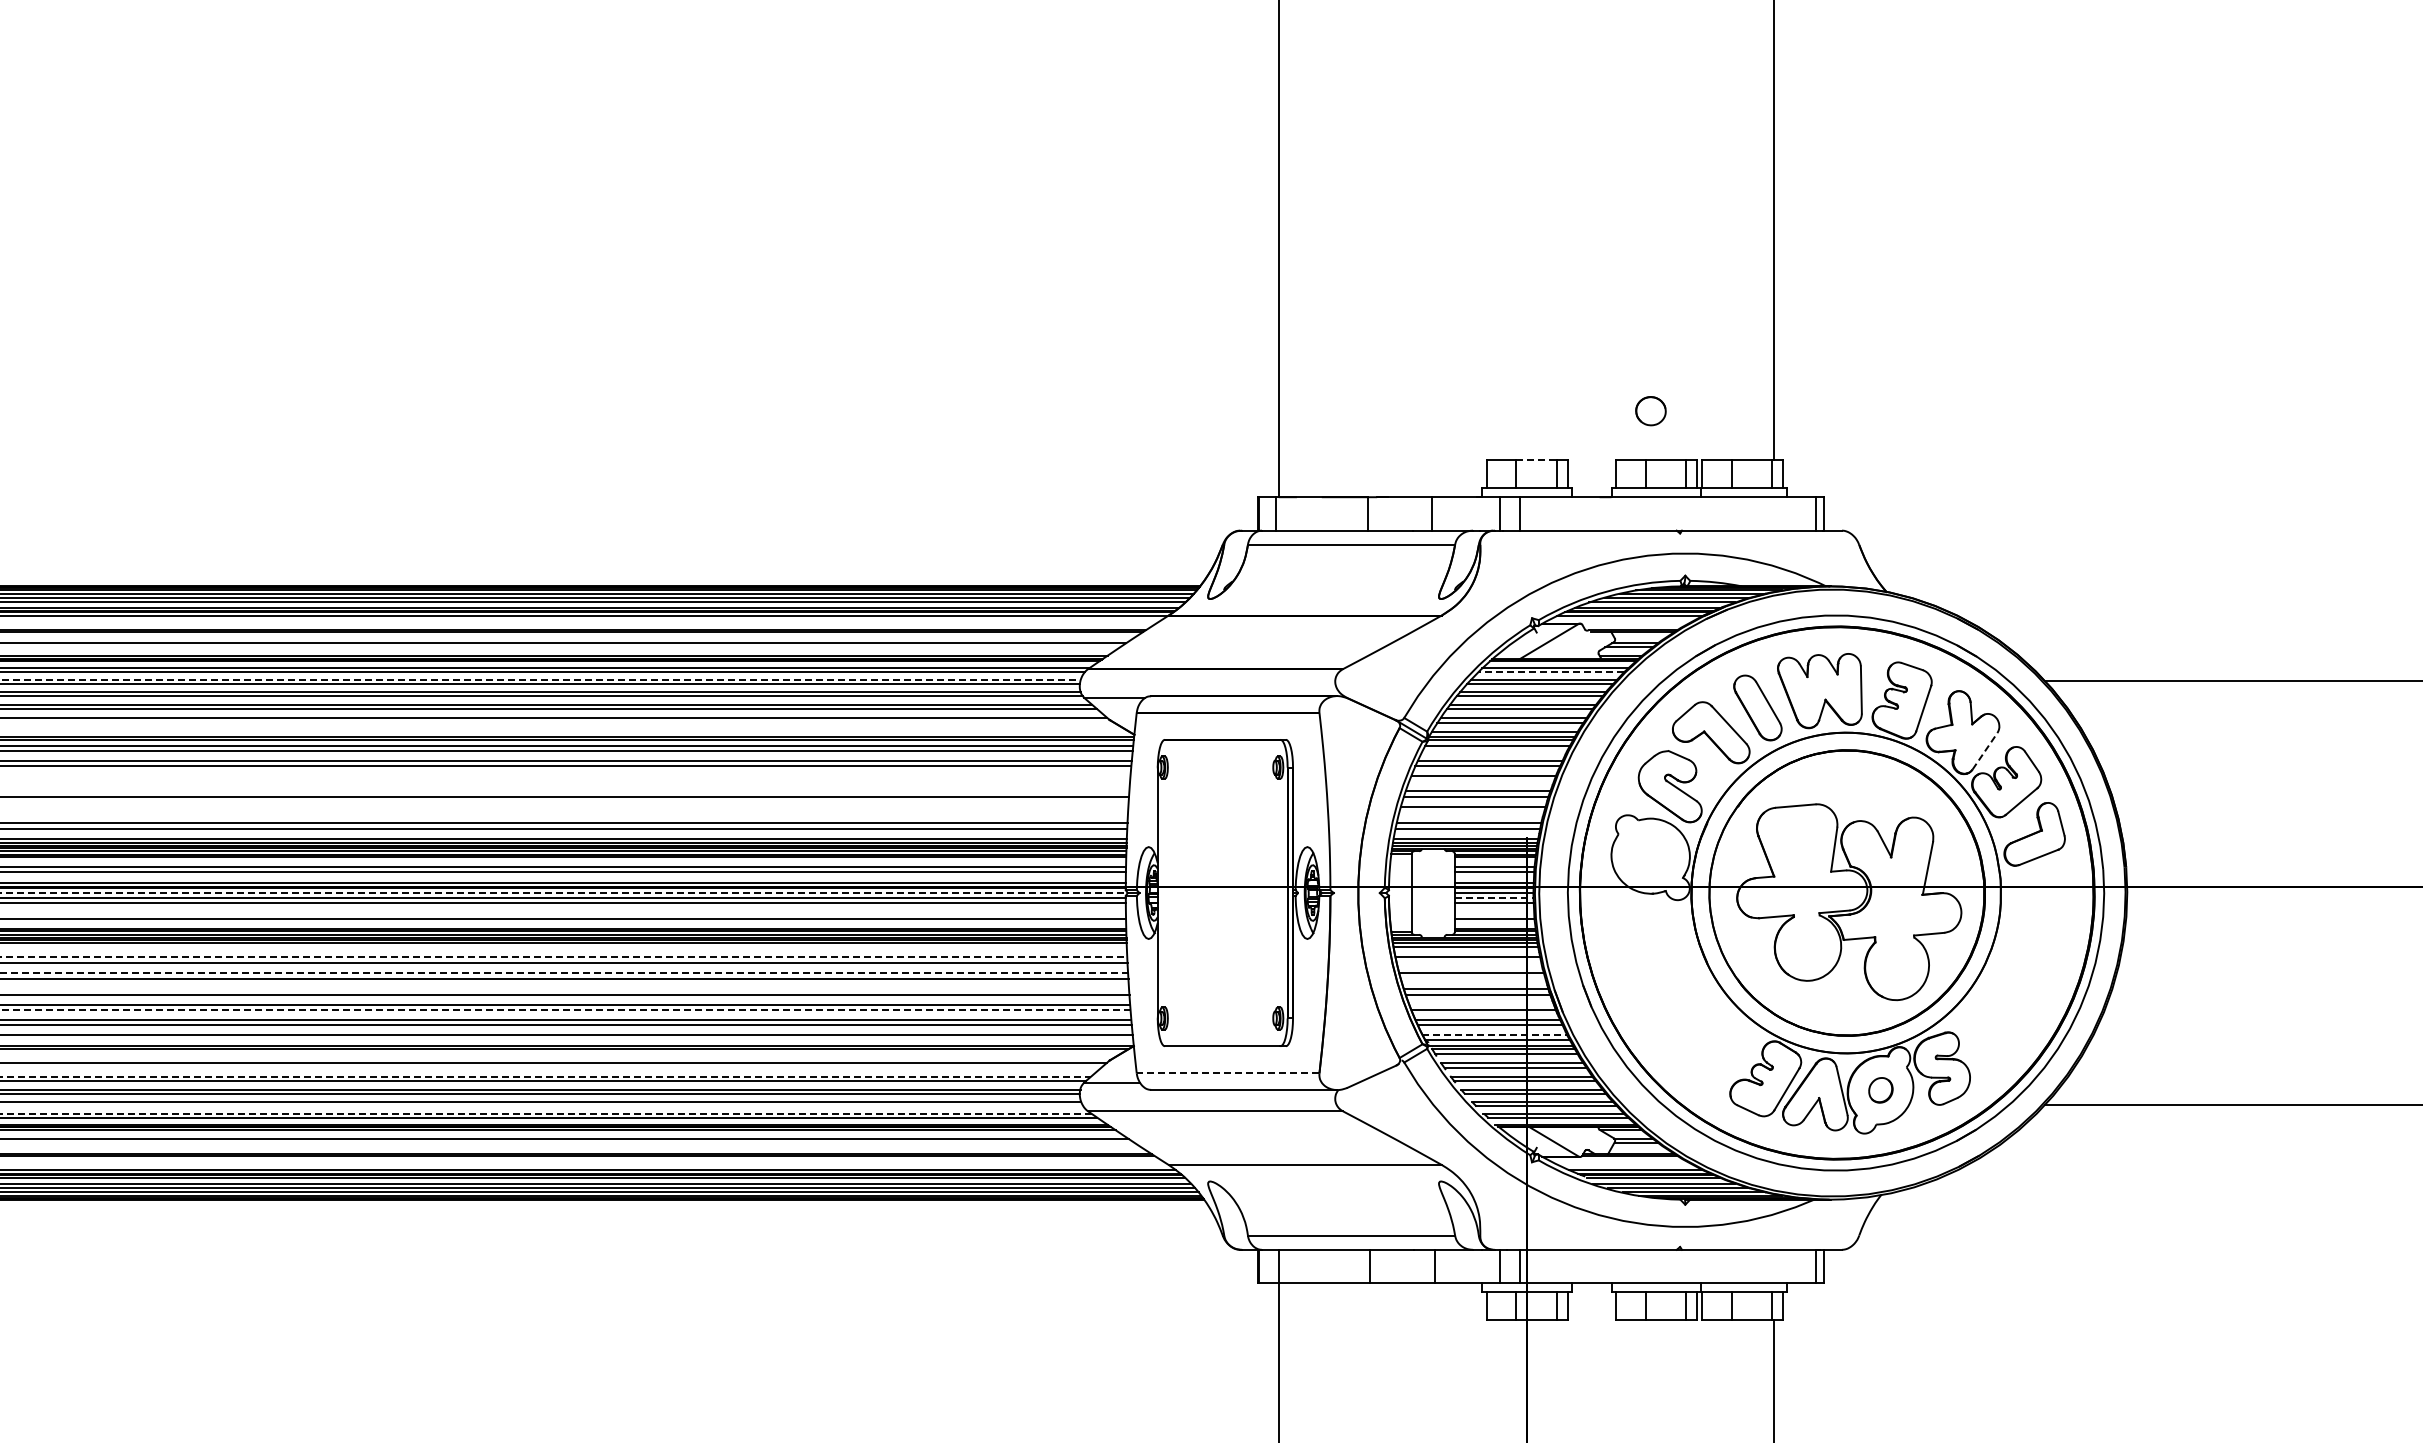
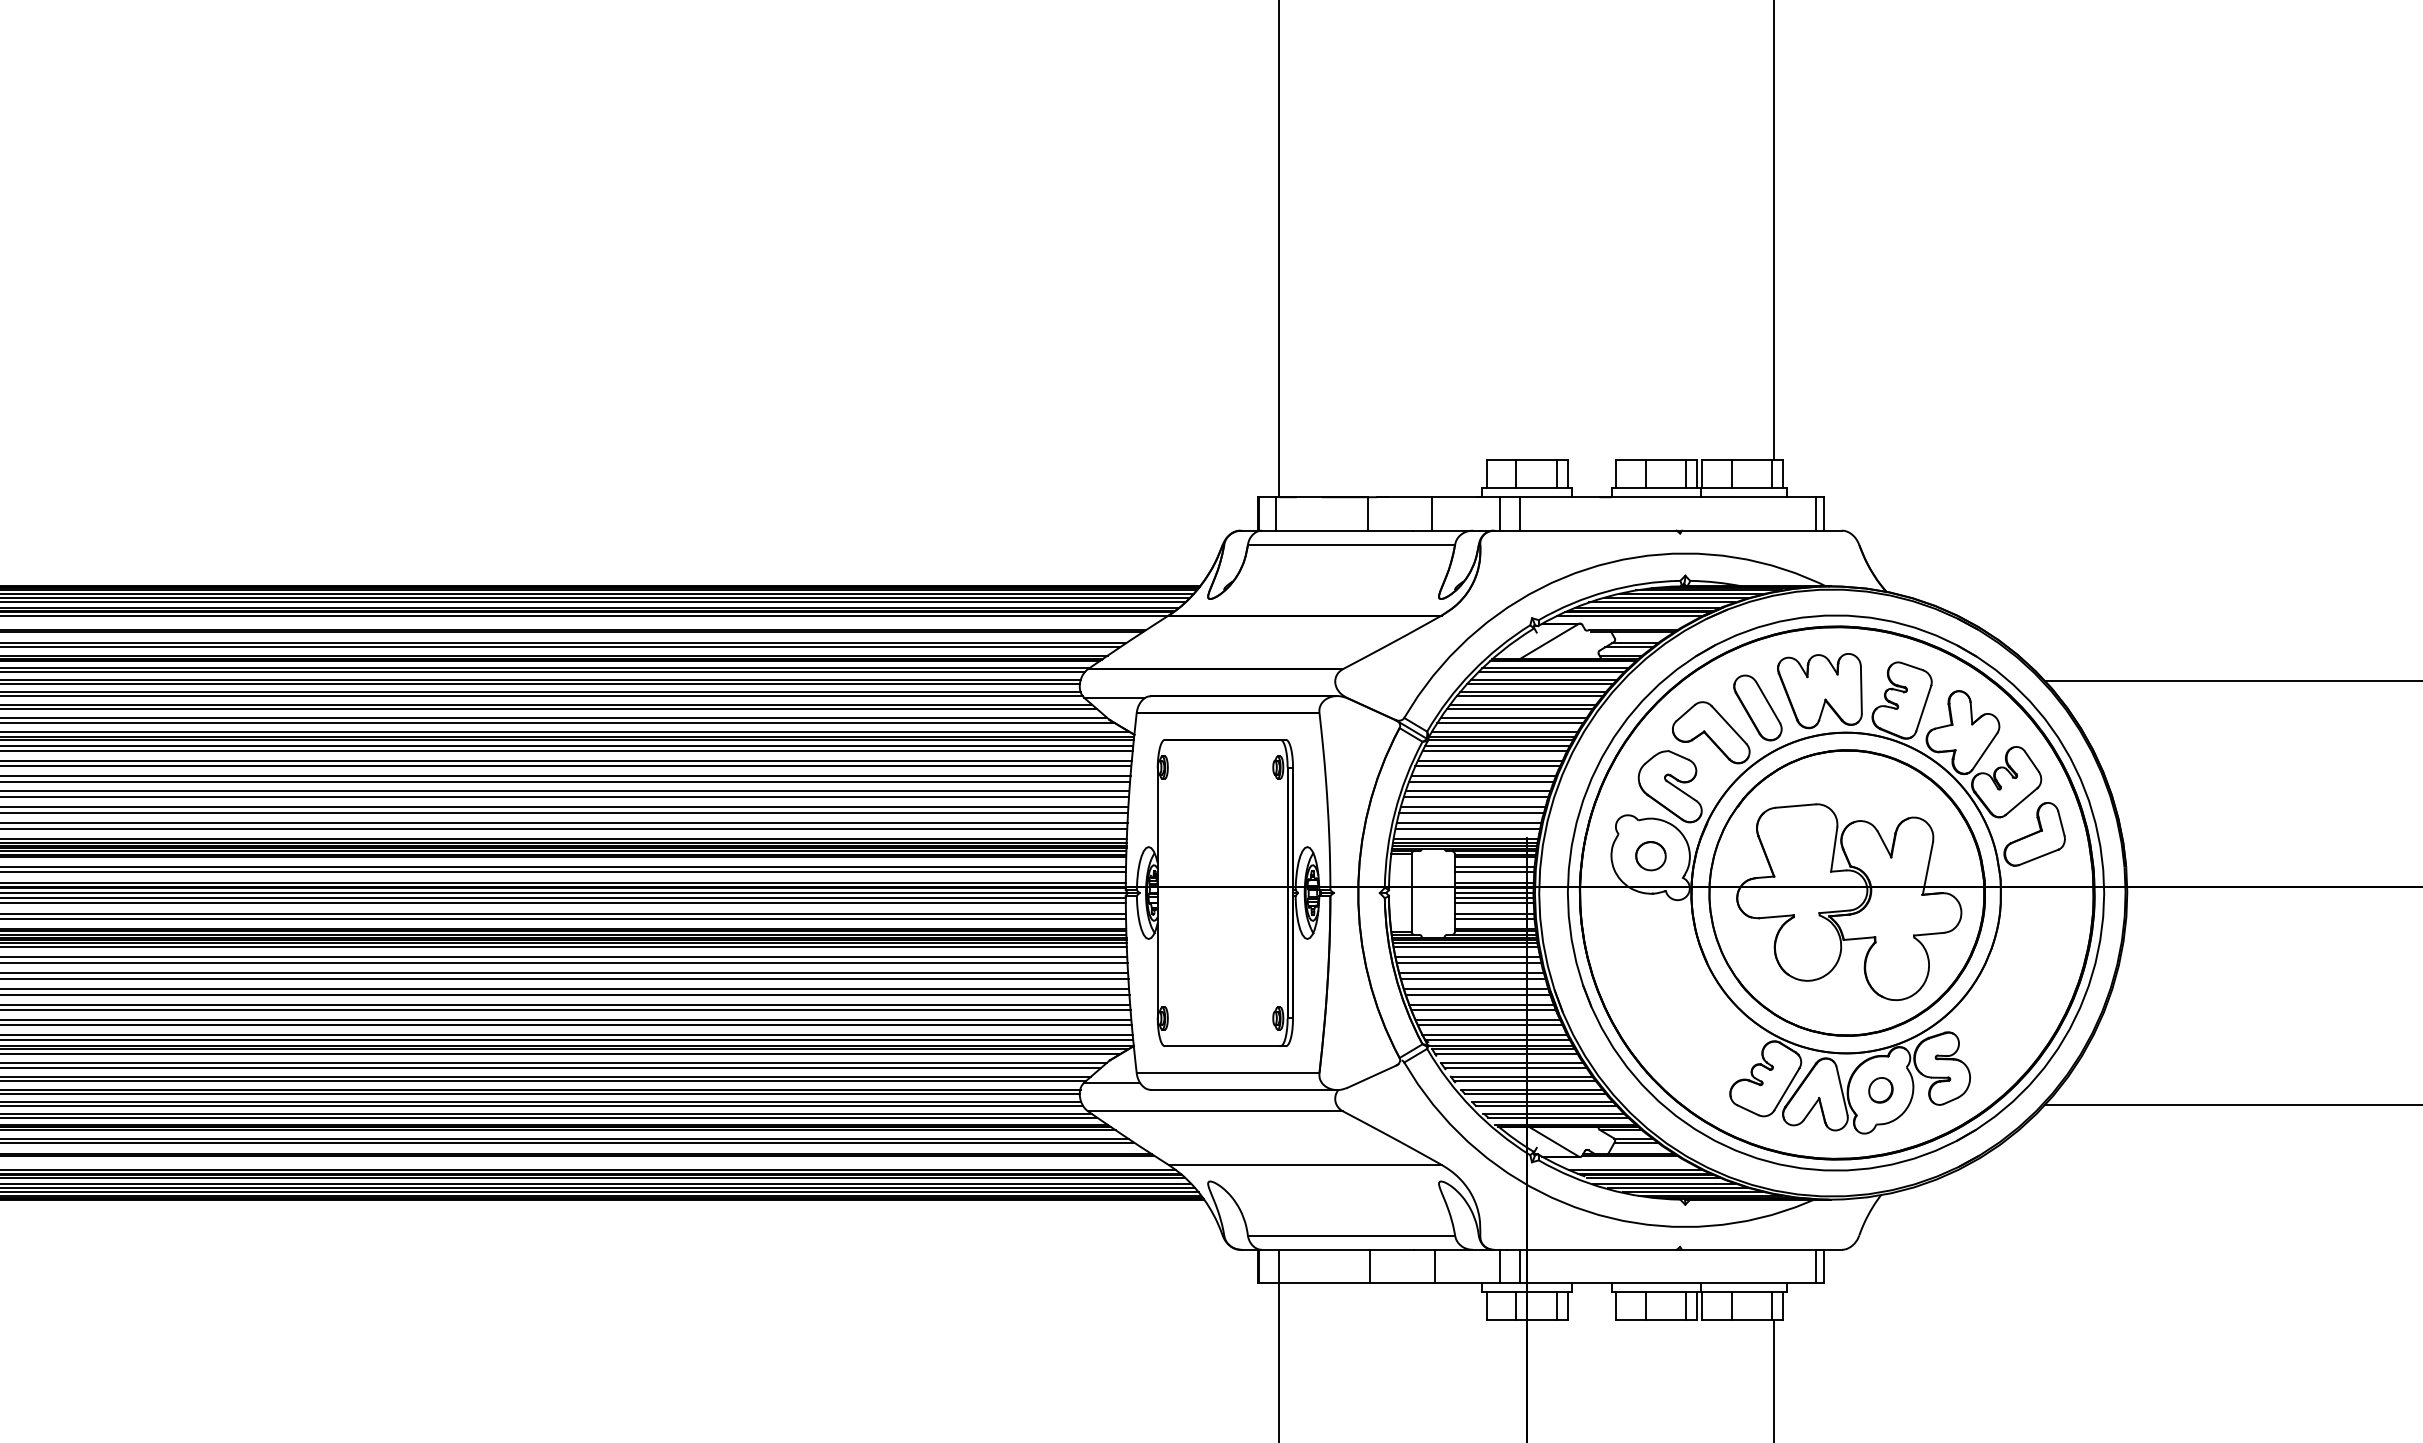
part at (1650, 411) position: (1650, 411) -> (1650, 856)
line at (1536, 460): dashed -> solid
line at (561, 647): none -> present
line at (1551, 672): dashed -> solid
line at (540, 679): dashed -> solid
line at (558, 723): none -> present
line at (565, 731): none -> present
line at (1985, 750): dashed -> solid
line at (1494, 751): none -> present
line at (566, 775): none -> present
line at (566, 781): none -> present
line at (1481, 781): none -> present
line at (565, 791): none -> present
line at (565, 807): none -> present
line at (565, 813): none -> present
line at (1471, 813): none -> present
line at (564, 893): dashed -> solid
line at (1494, 898): dashed -> solid
line at (564, 914): none -> present
line at (1494, 914): none -> present
line at (564, 946): none -> present
line at (564, 956): dashed -> solid
line at (1468, 963): none -> present
line at (564, 973): dashed -> solid
line at (1473, 979): none -> present
line at (565, 988): none -> present
line at (1481, 1004): none -> present
line at (565, 1010): dashed -> solid
line at (1495, 1034): dashed -> solid
line at (567, 1040): none -> present
line at (561, 1054): none -> present
line at (551, 1068): none -> present
line at (1227, 1073): dashed -> solid
line at (546, 1076): dashed -> solid
line at (542, 1106): none -> present
line at (546, 1113): dashed -> solid
line at (568, 1142): none -> present
